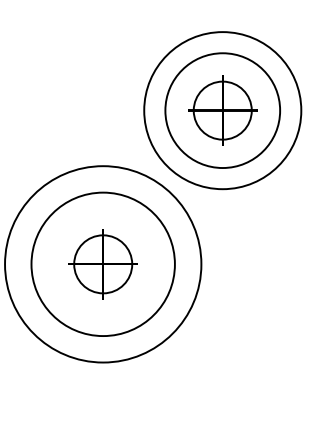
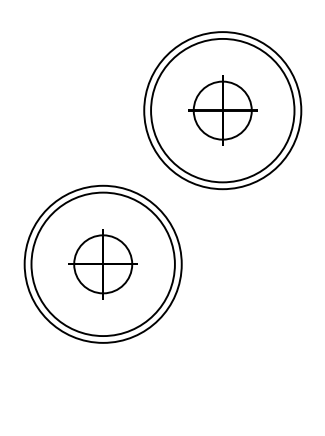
circle at (222, 110) diameter: 115 px -> 143 px
circle at (103, 264) diameter: 196 px -> 157 px
